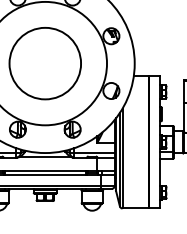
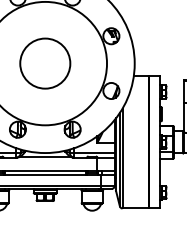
circle at (45, 63) diameter: 72 px -> 50 px
